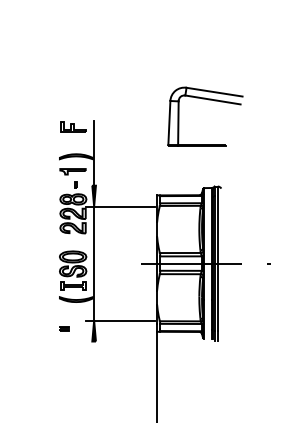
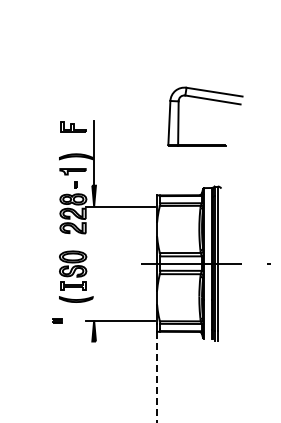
line at (94, 263): present -> none
part at (64, 328) position: (64, 328) -> (57, 320)
line at (157, 377): solid -> dashed
